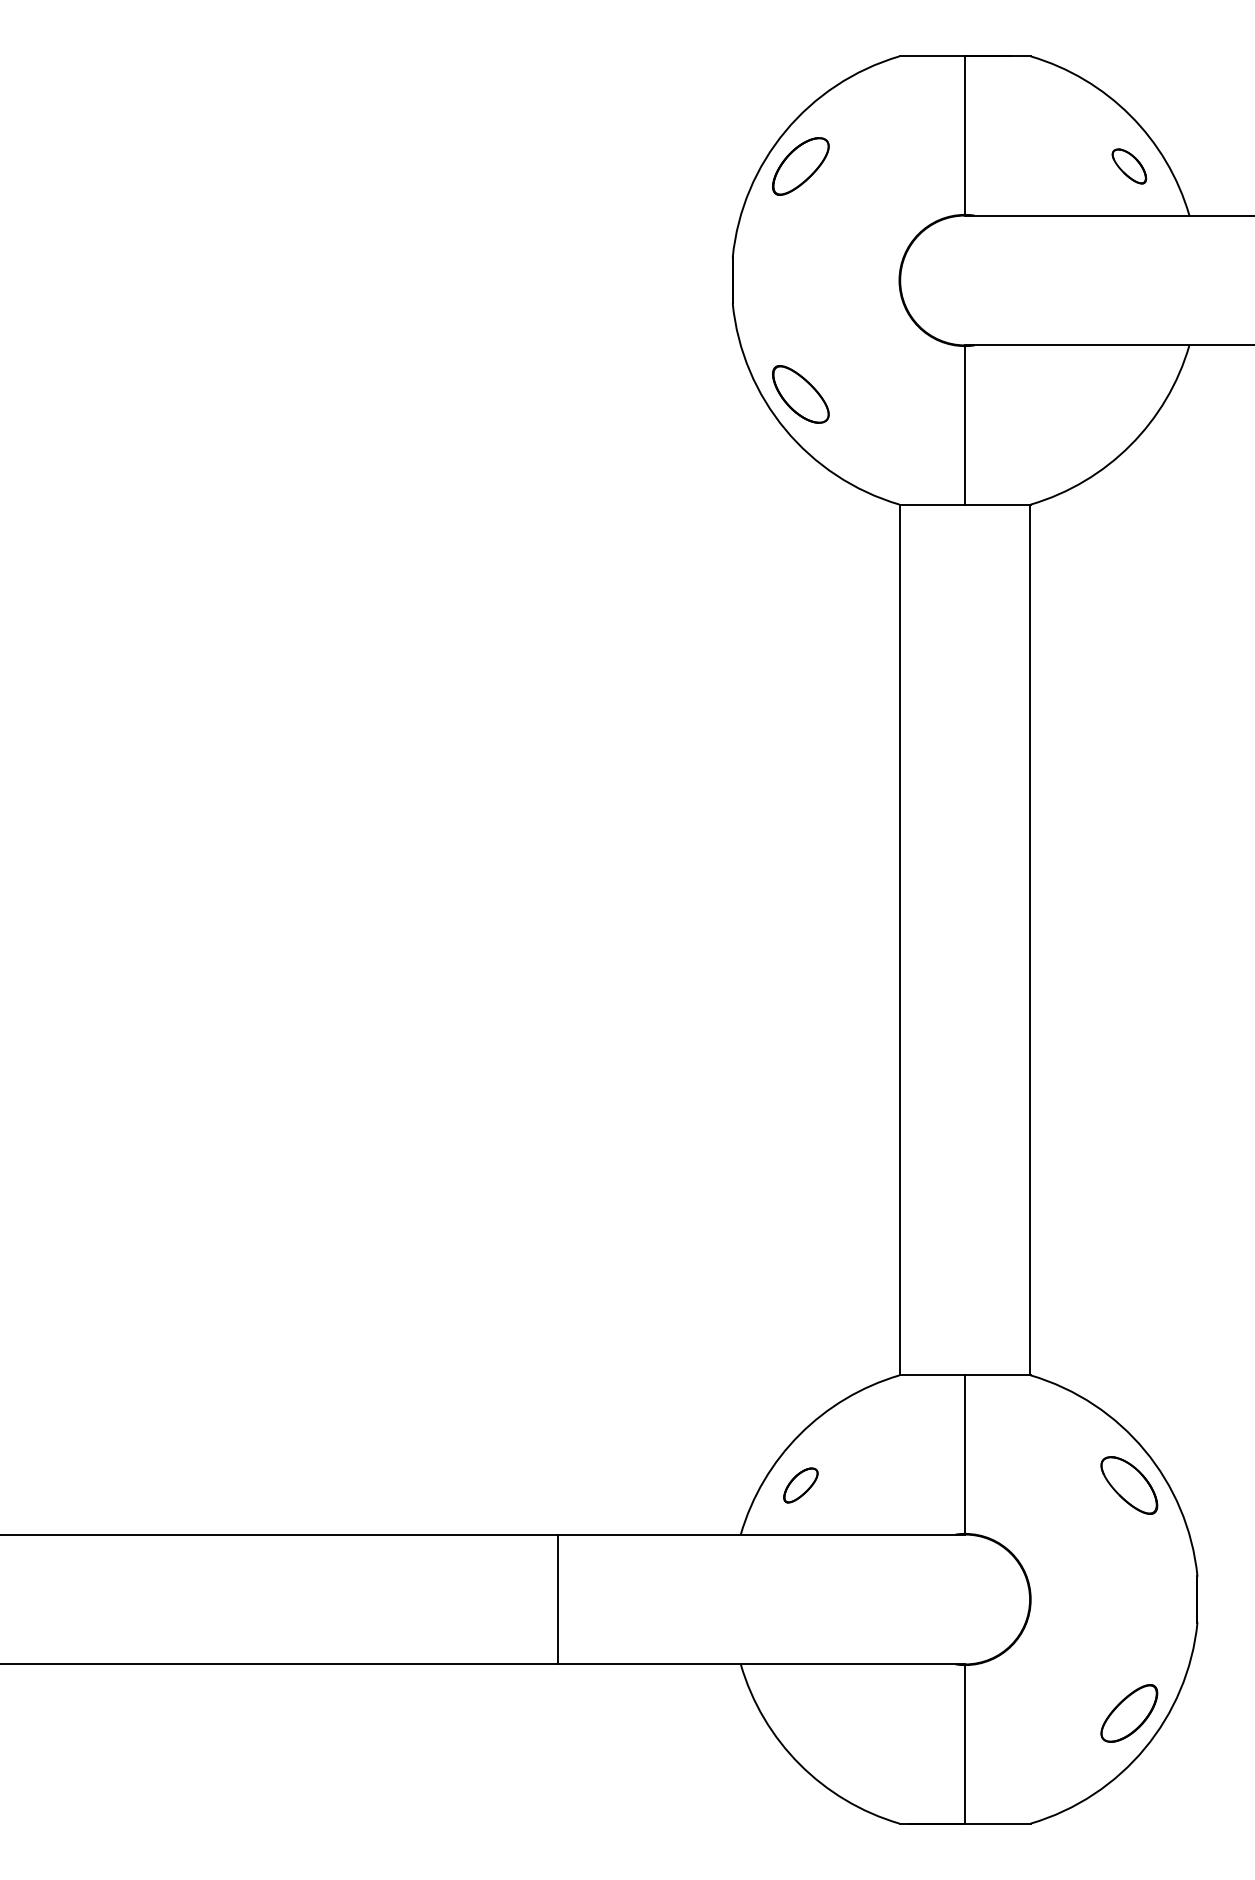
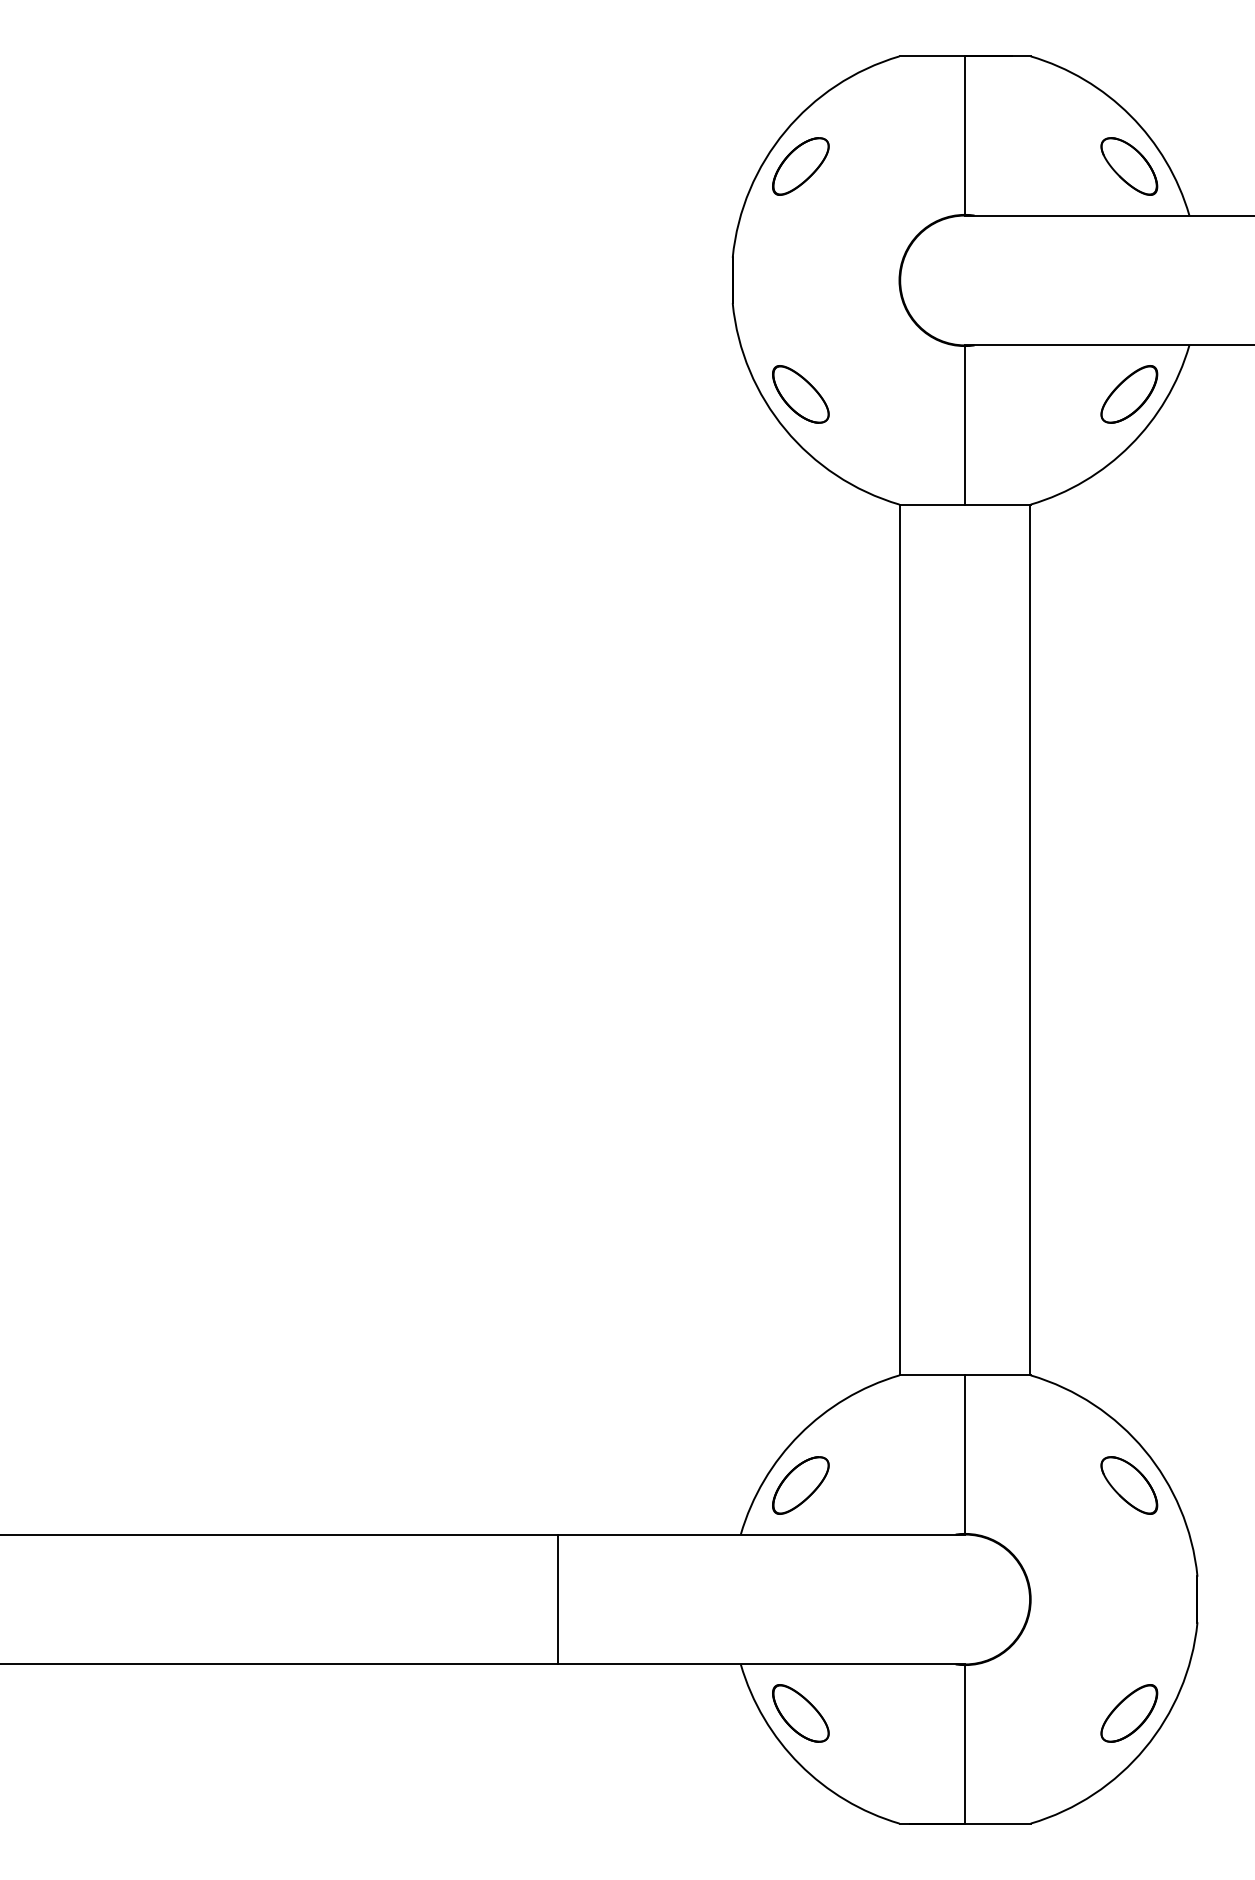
part at (1129, 166) size: 37x37 px -> 59x59 px
part at (1129, 394): none -> present
part at (800, 1485) size: 36x37 px -> 58x59 px
part at (800, 1713): none -> present
